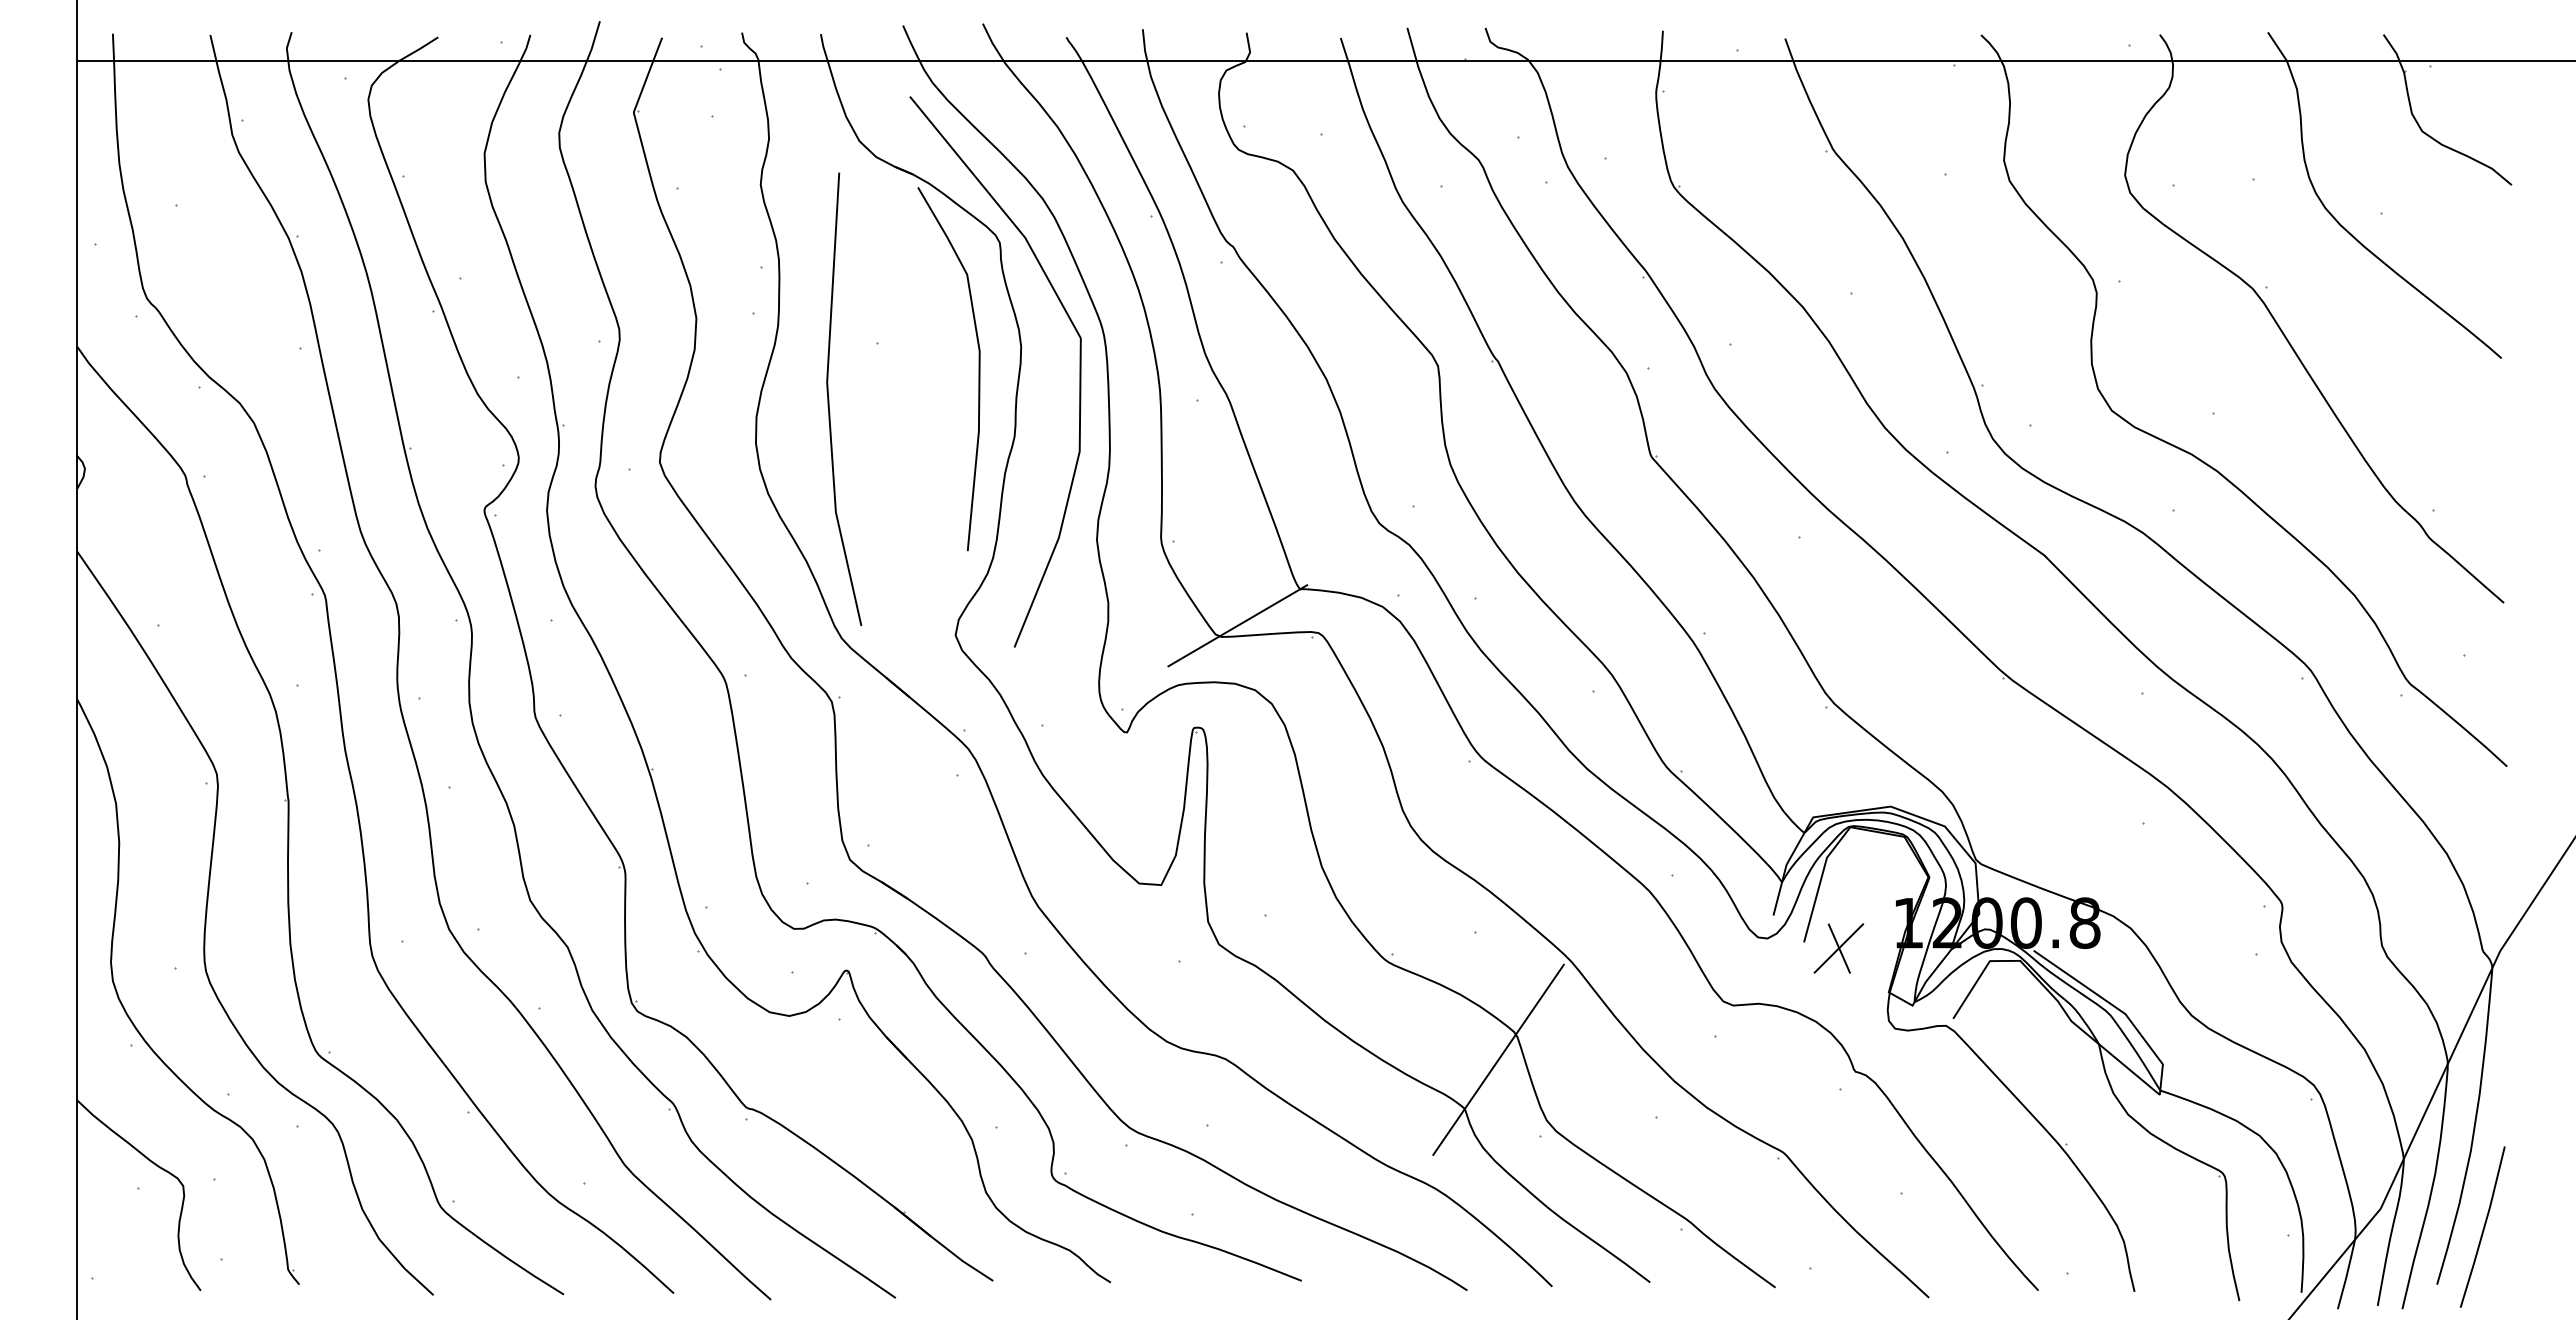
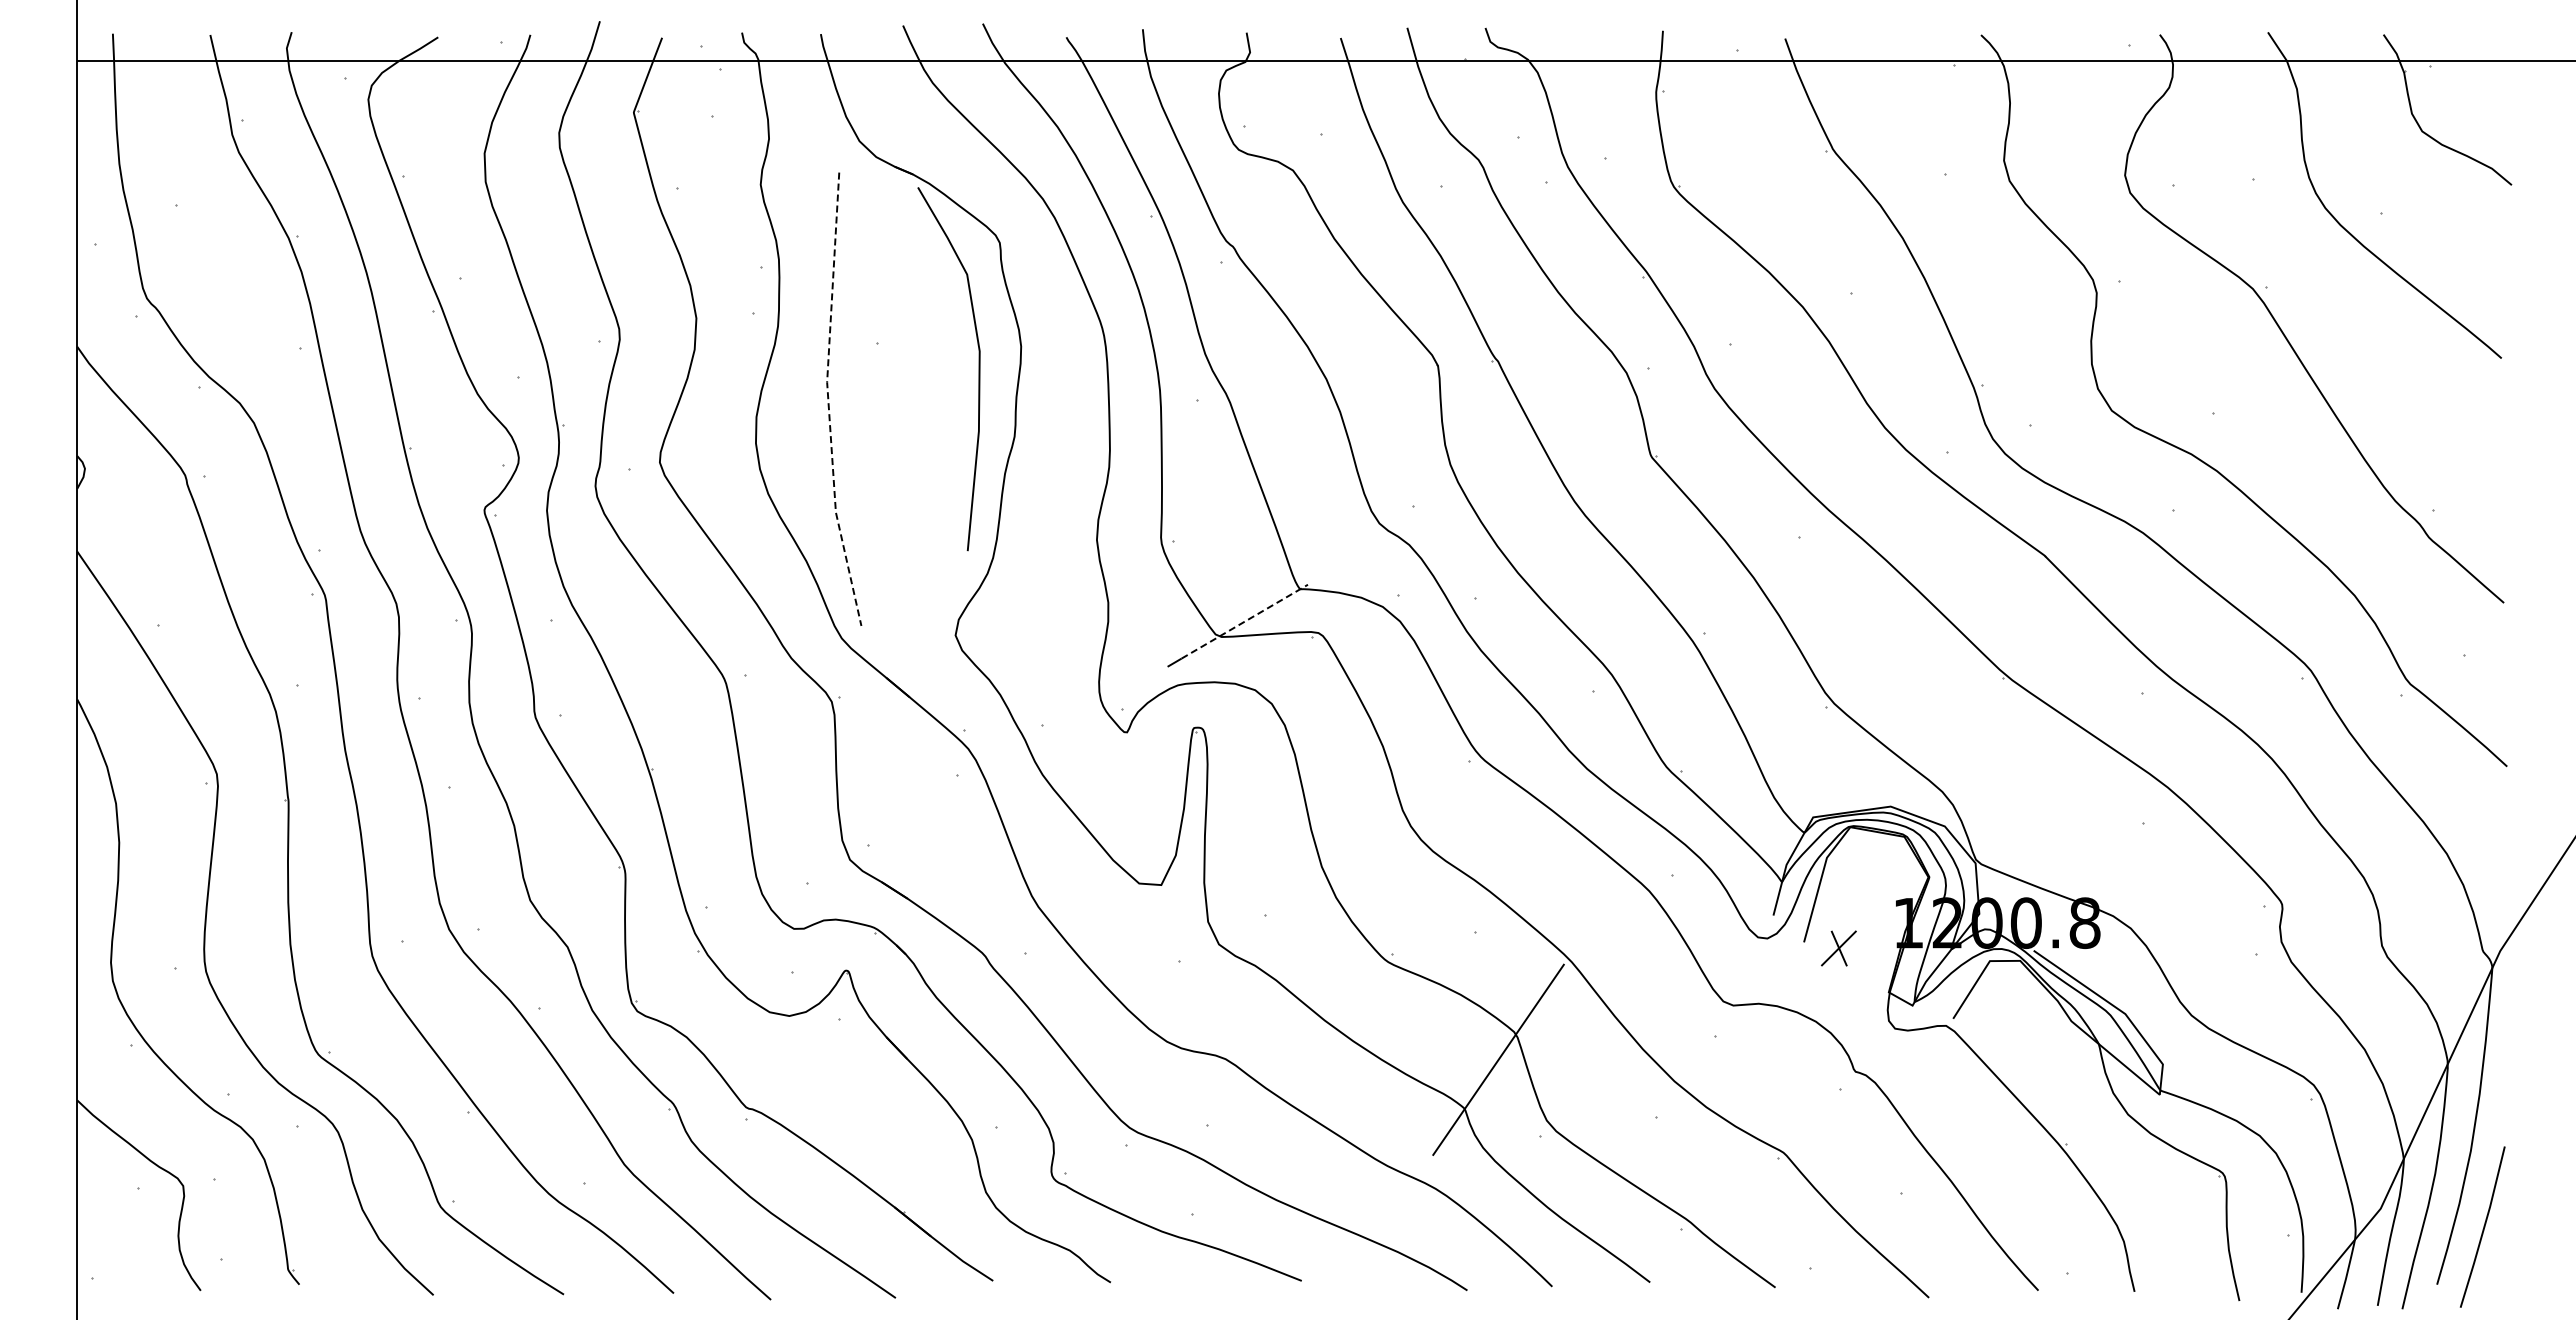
curve at (1079, 371): present -> none
line at (828, 401): solid -> dashed
line at (1245, 621): solid -> dashed
part at (1838, 948) size: 52x51 px -> 36x37 px
